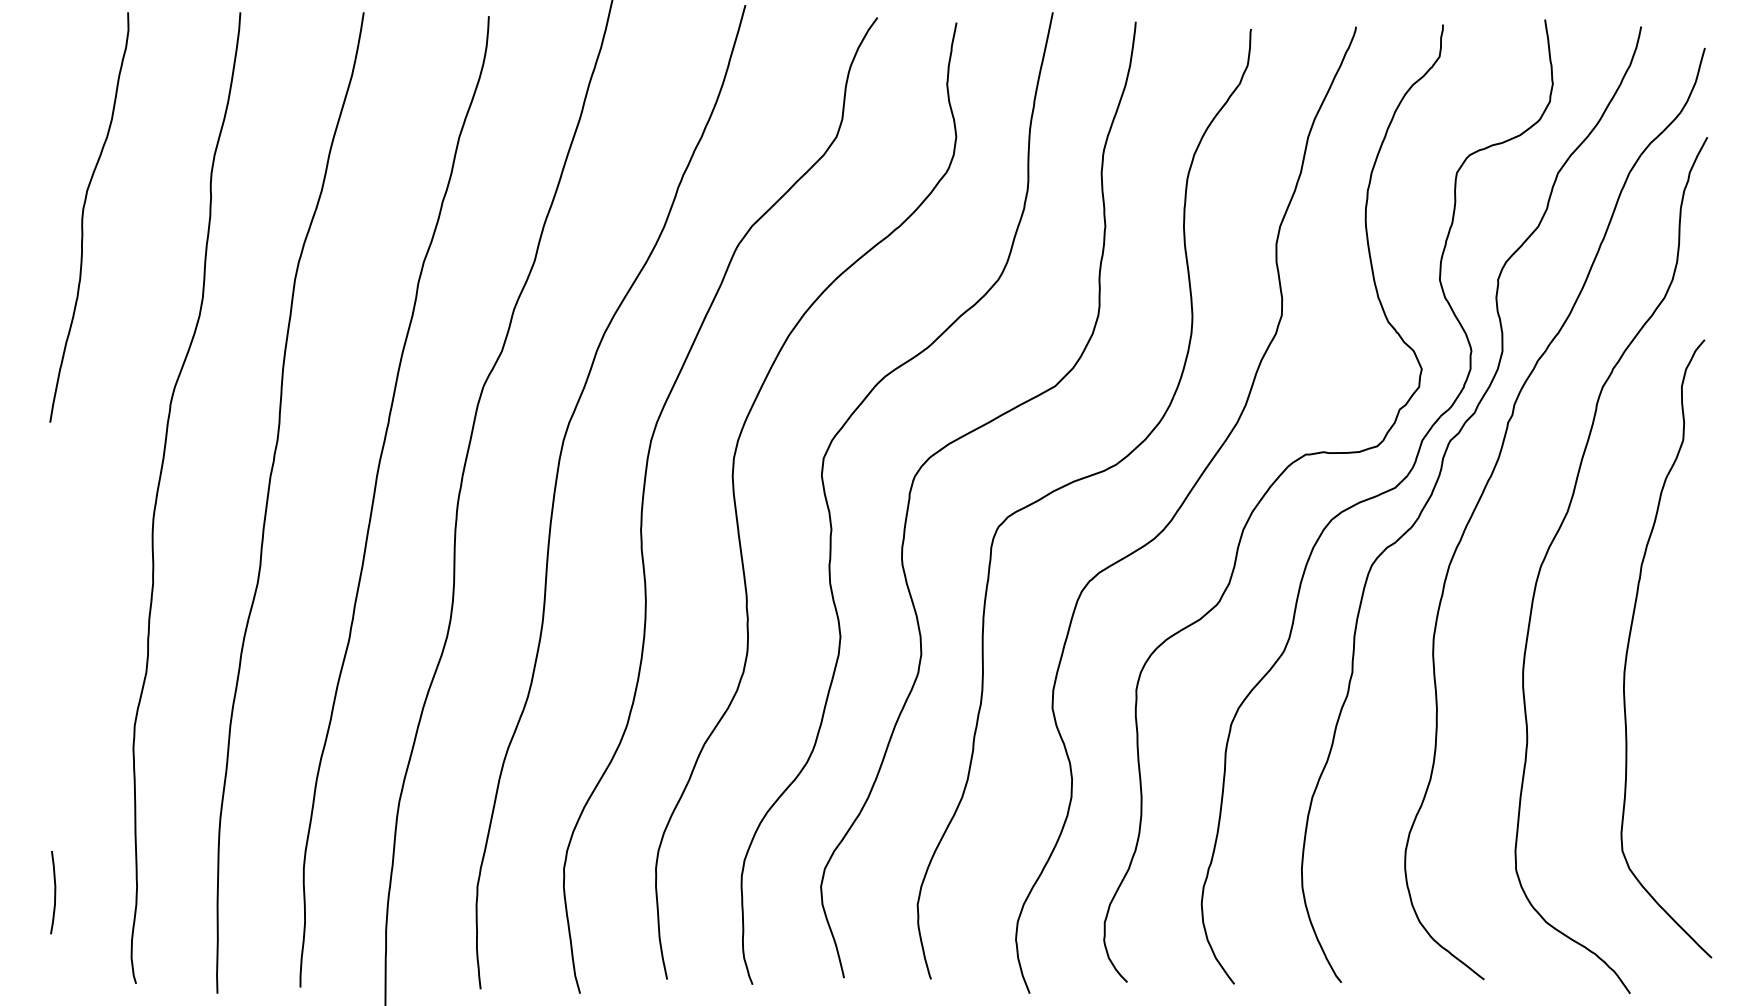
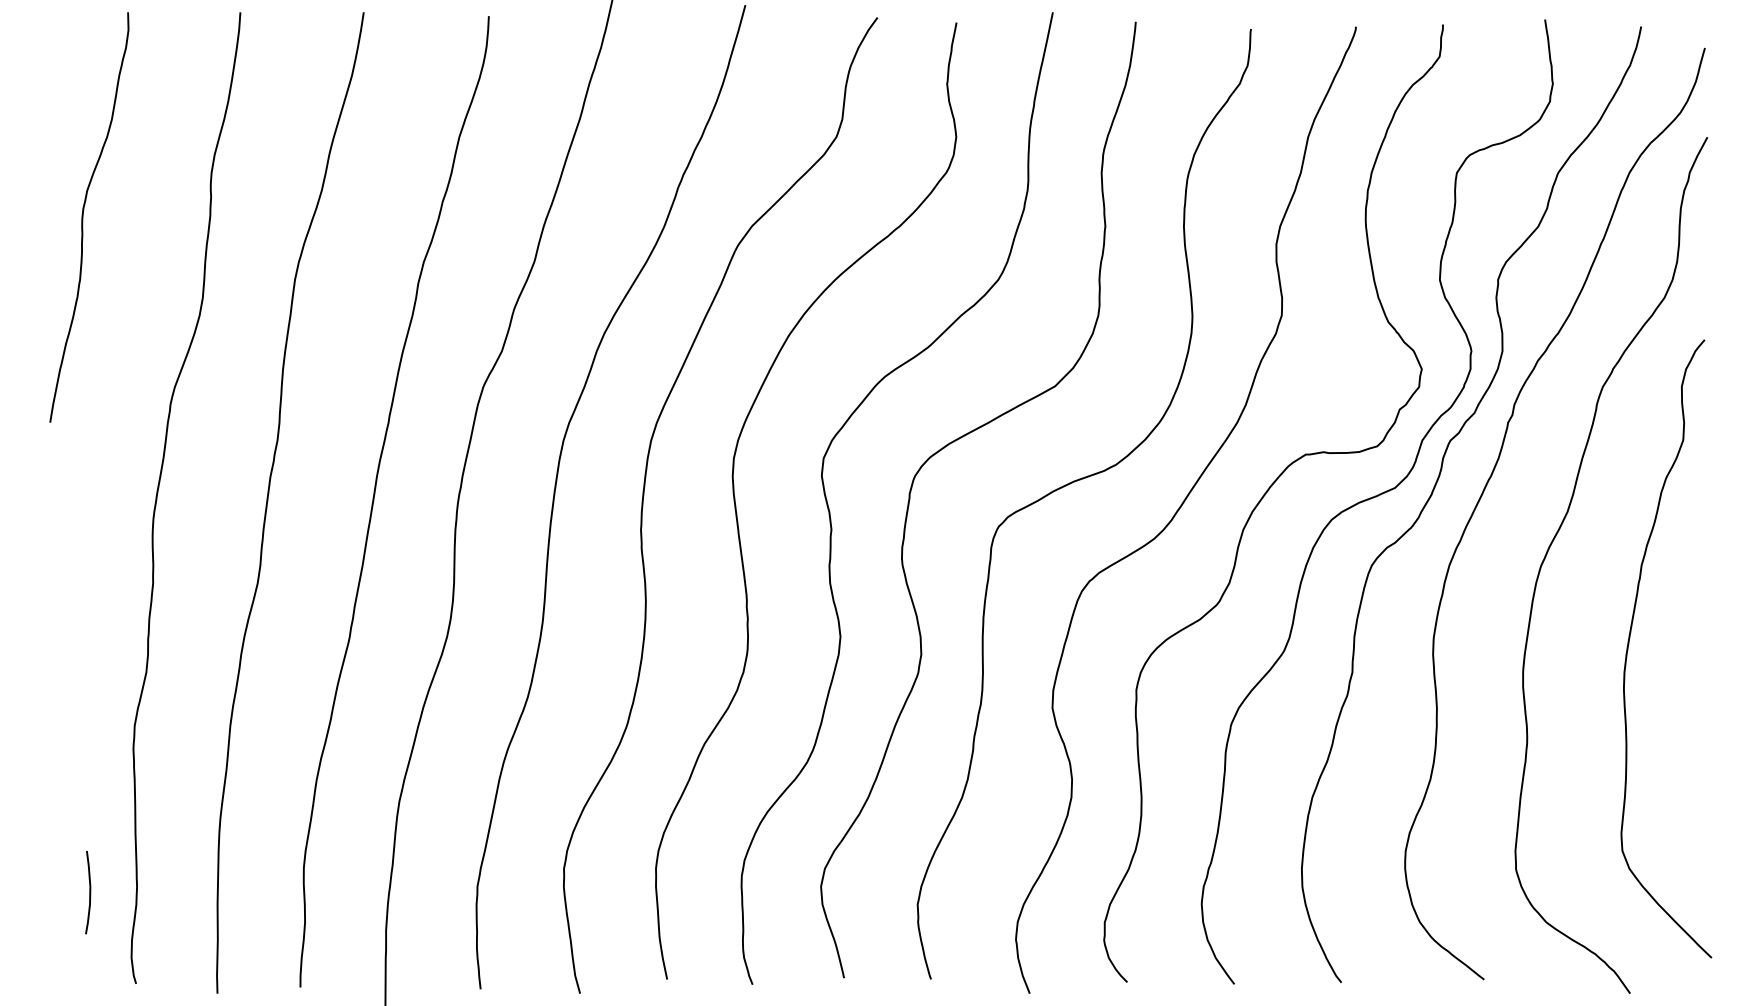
curve at (54, 892) position: (54, 892) -> (89, 892)
